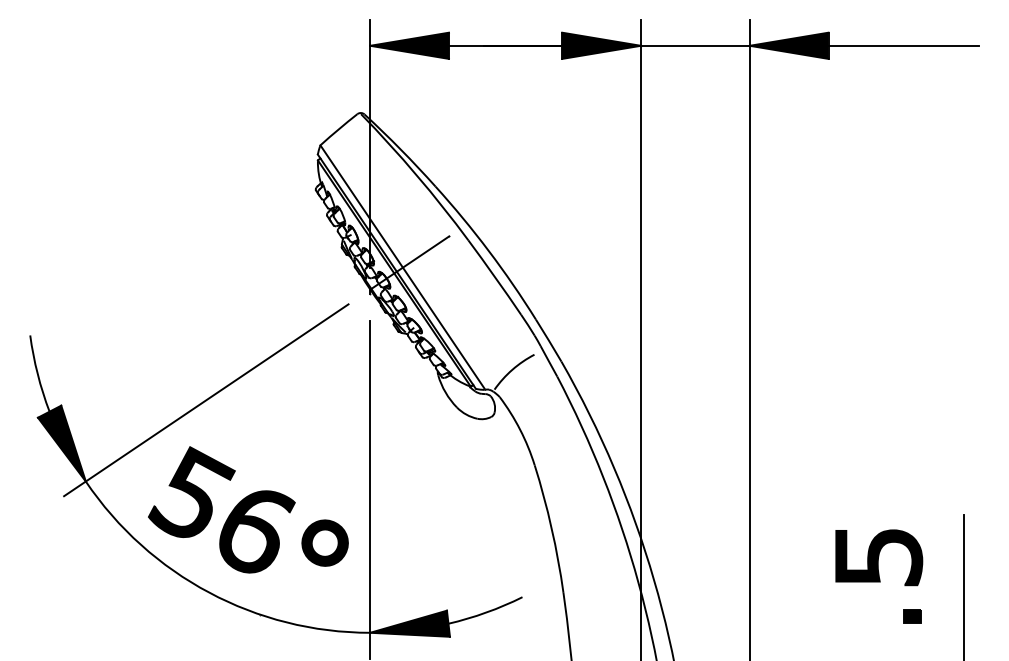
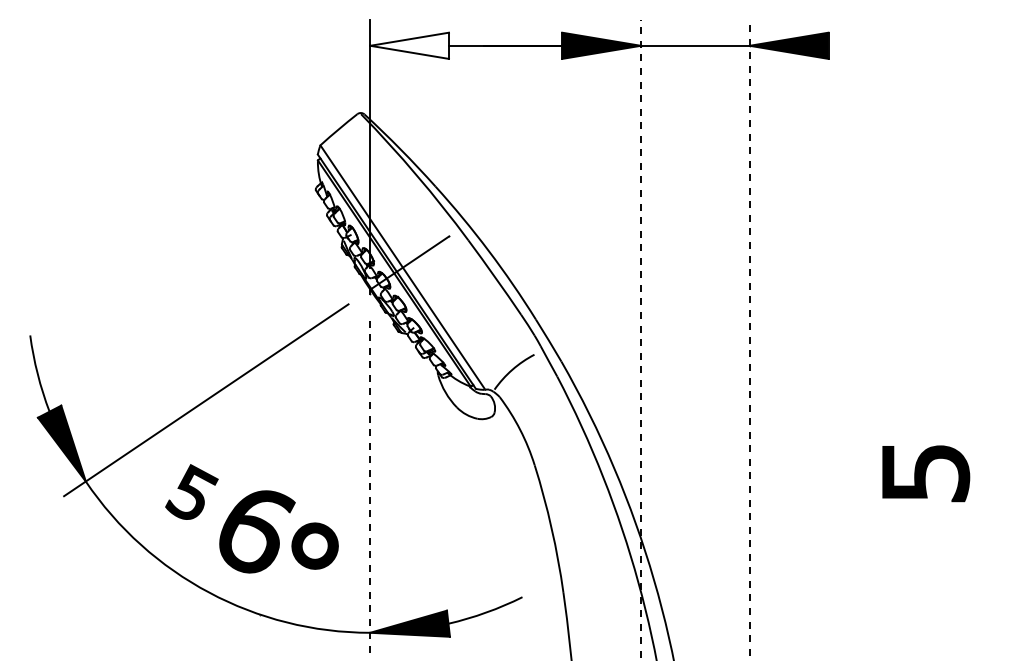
fill at (409, 45): present -> none
line at (903, 45): present -> none
line at (640, 339): solid -> dashed
line at (749, 339): solid -> dashed
line at (370, 490): solid -> dashed
part at (191, 491) size: 88x92 px -> 54x56 px
part at (324, 542) position: (324, 542) -> (314, 545)
part at (879, 557) position: (879, 557) -> (926, 473)
line at (964, 586): present -> none
part at (912, 616): present -> none
